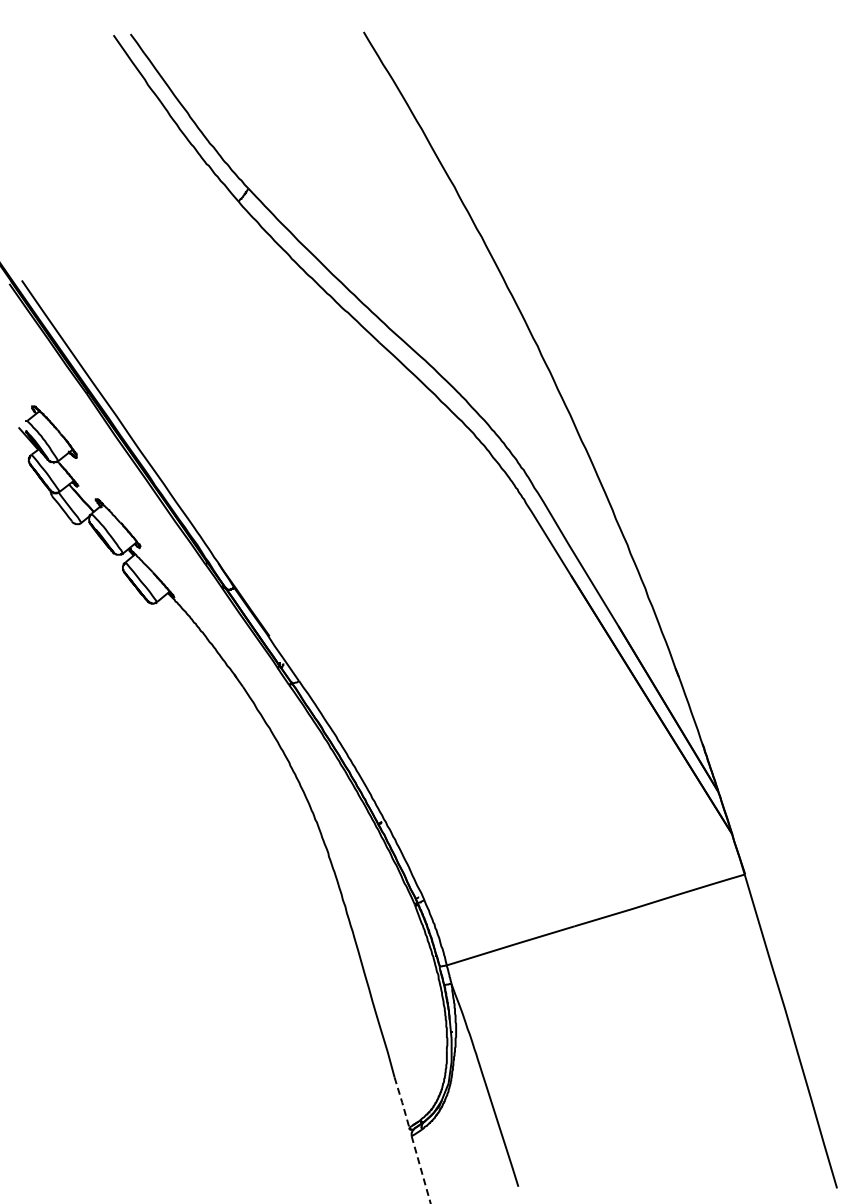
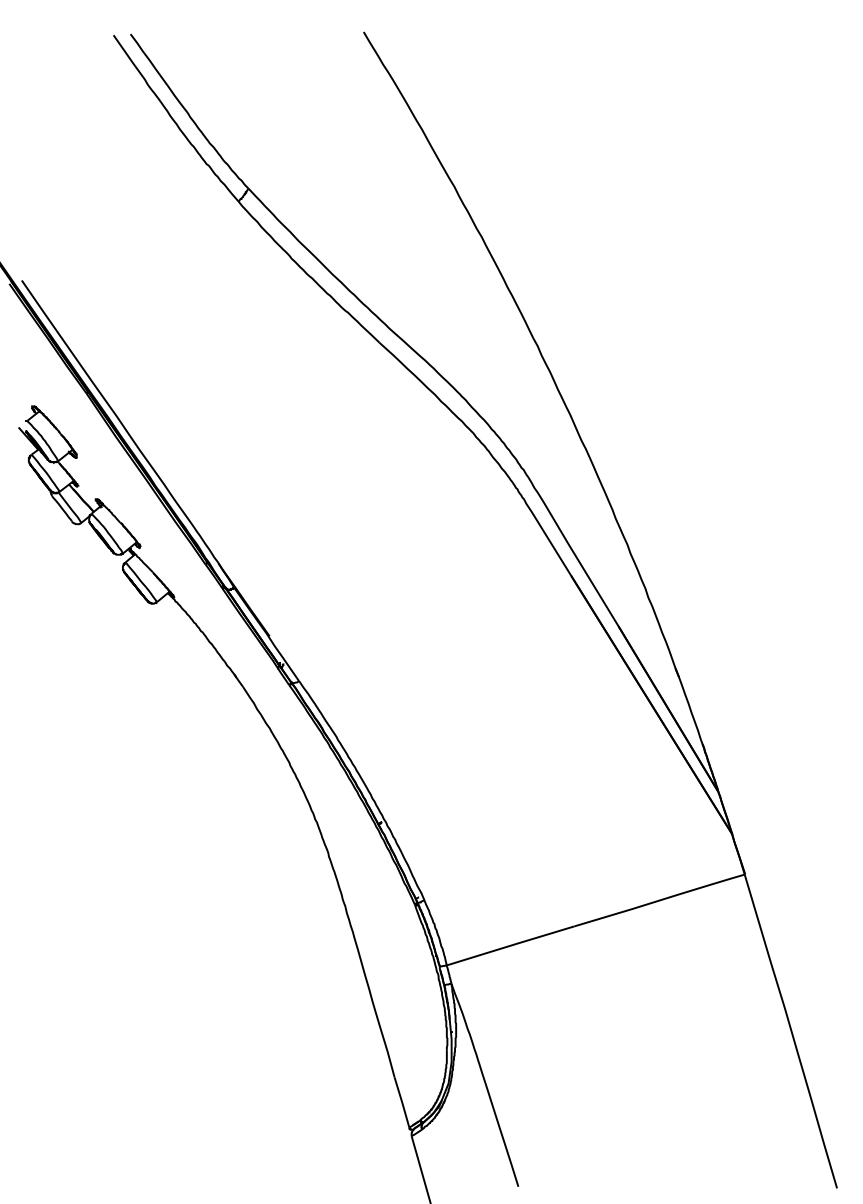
line at (402, 1102): dashed -> solid
line at (421, 1170): dashed -> solid
